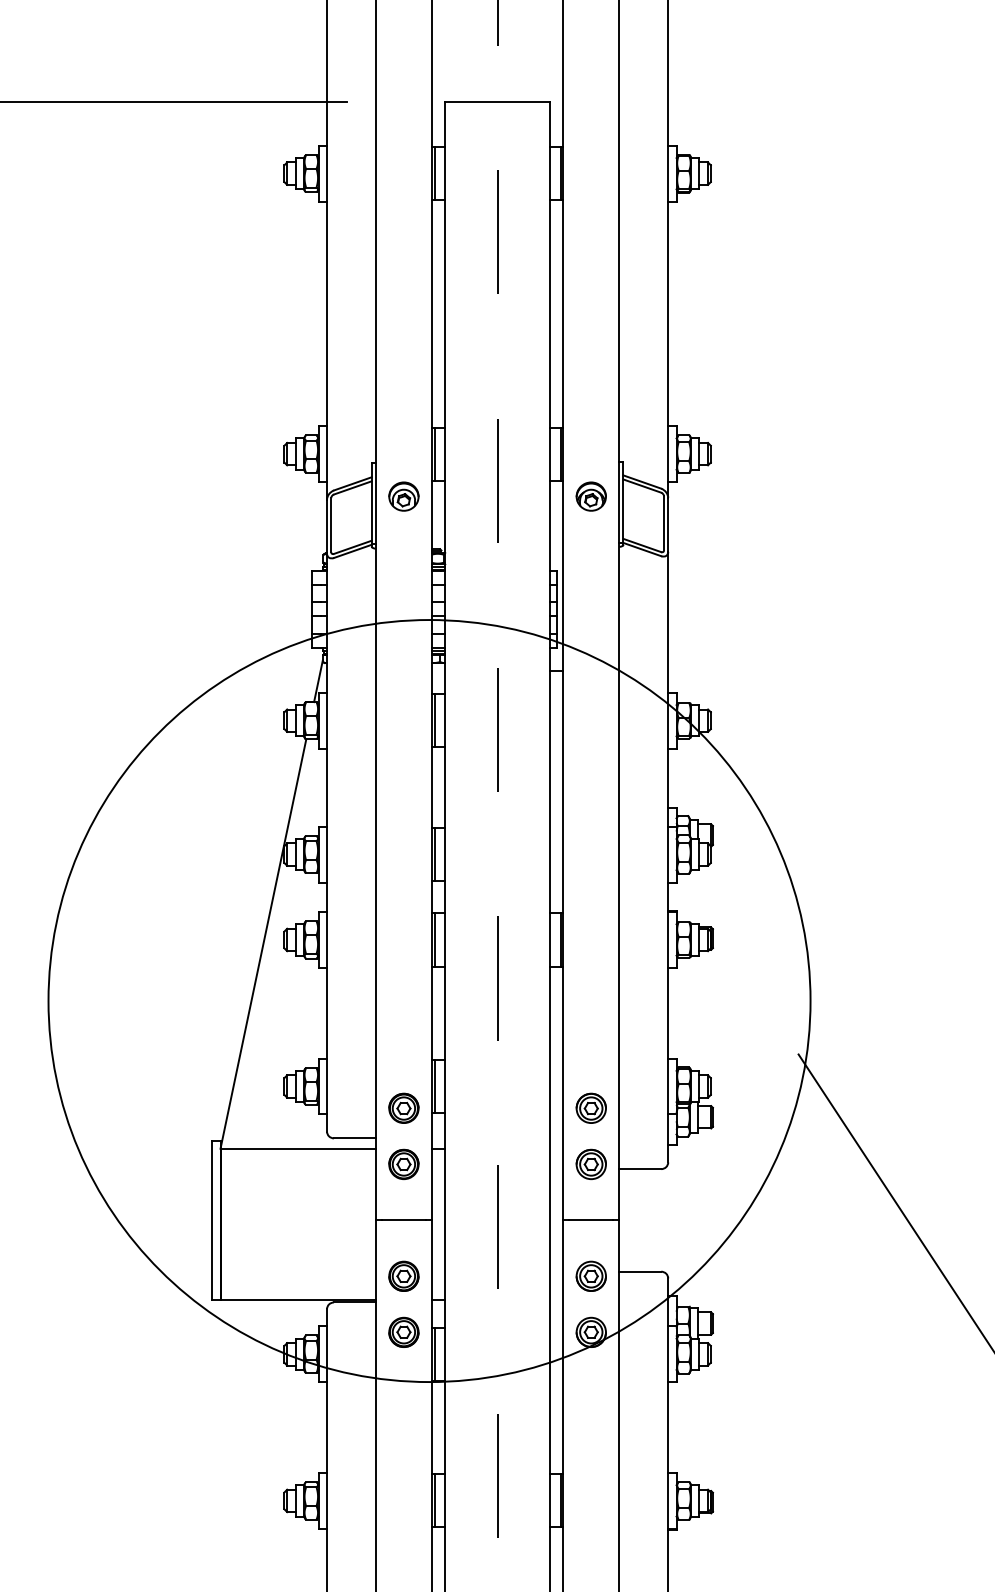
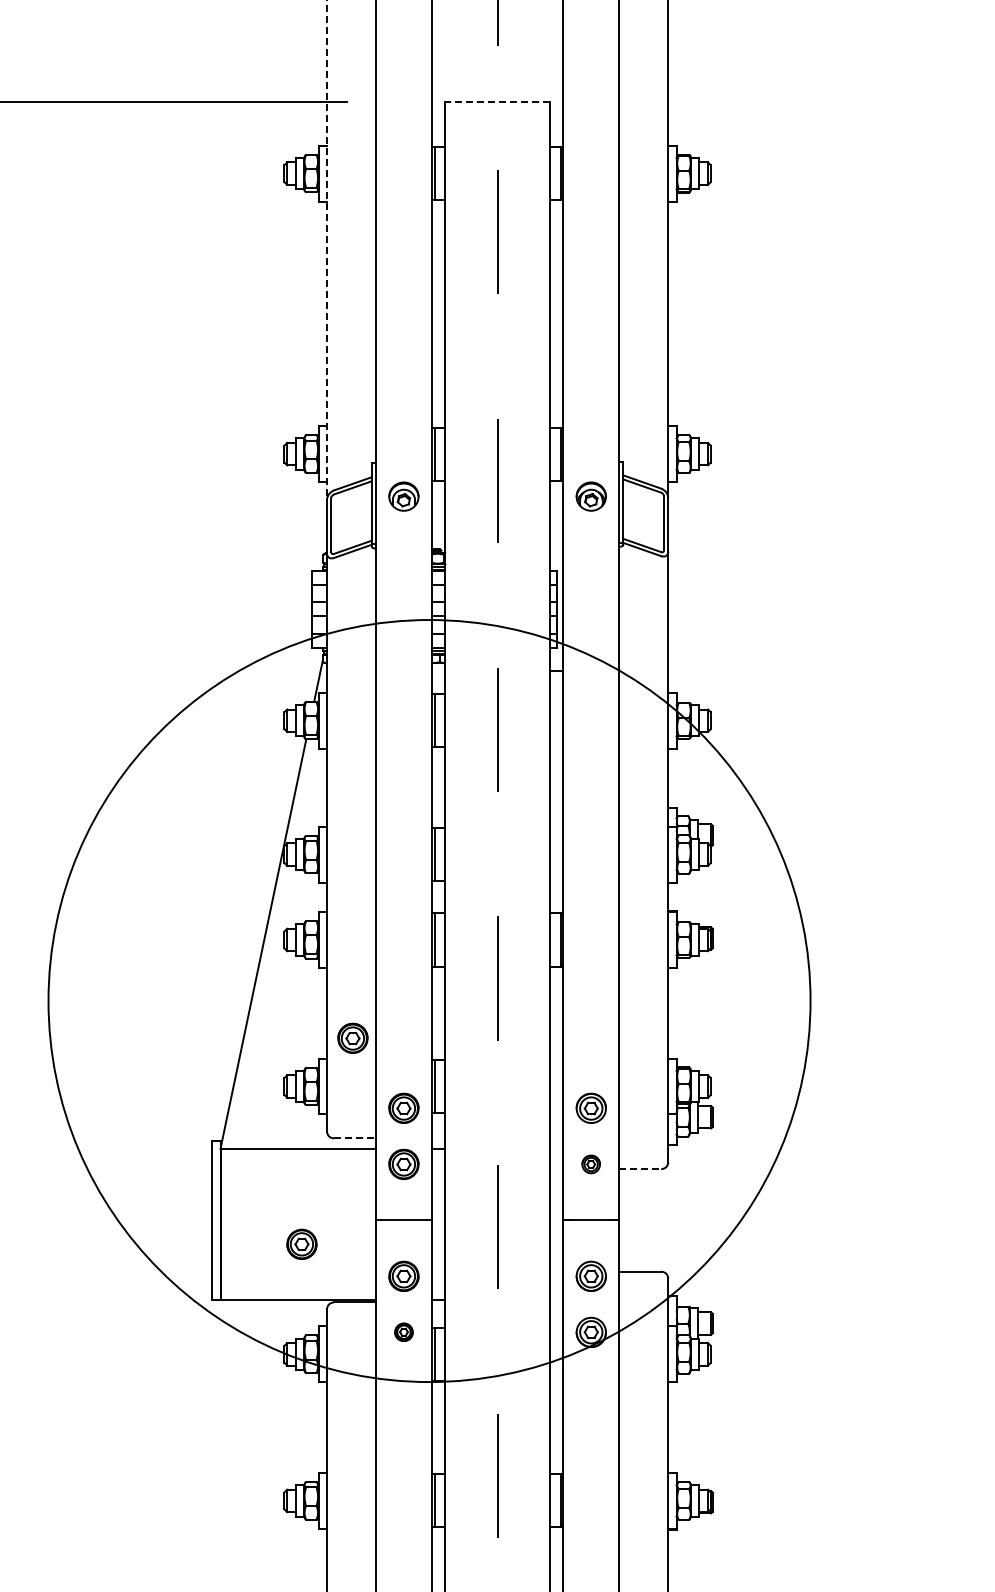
line at (497, 101): solid -> dashed
line at (327, 250): solid -> dashed
part at (352, 1037): none -> present
line at (355, 1138): solid -> dashed
part at (590, 1164) size: 32x33 px -> 20x21 px
line at (640, 1169): solid -> dashed
line at (894, 1200): present -> none
part at (301, 1243): none -> present
part at (403, 1331) size: 32x32 px -> 20x20 px
